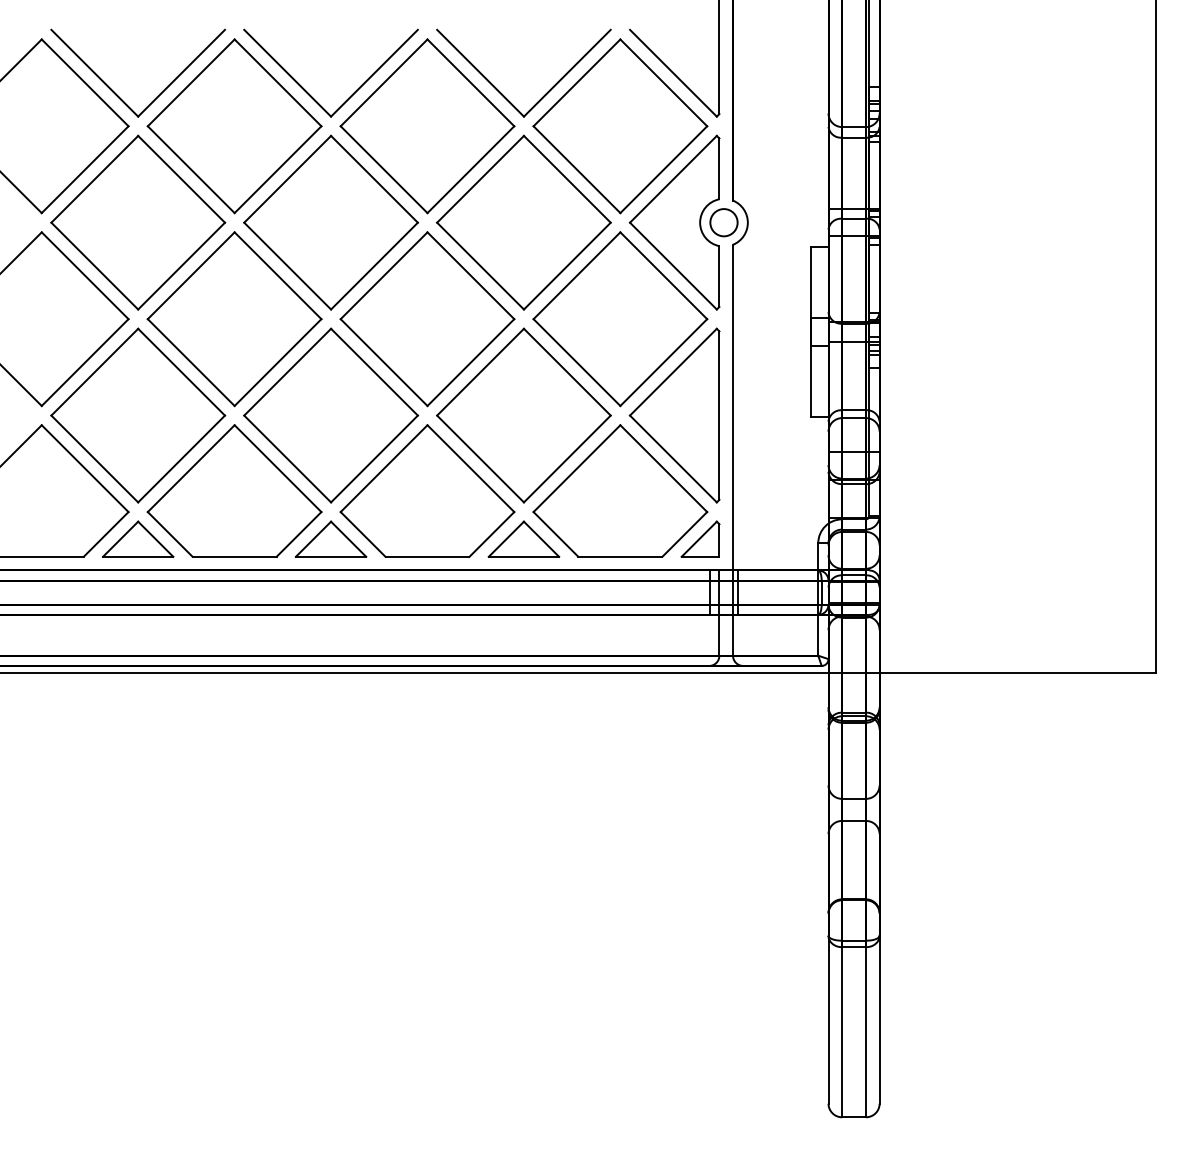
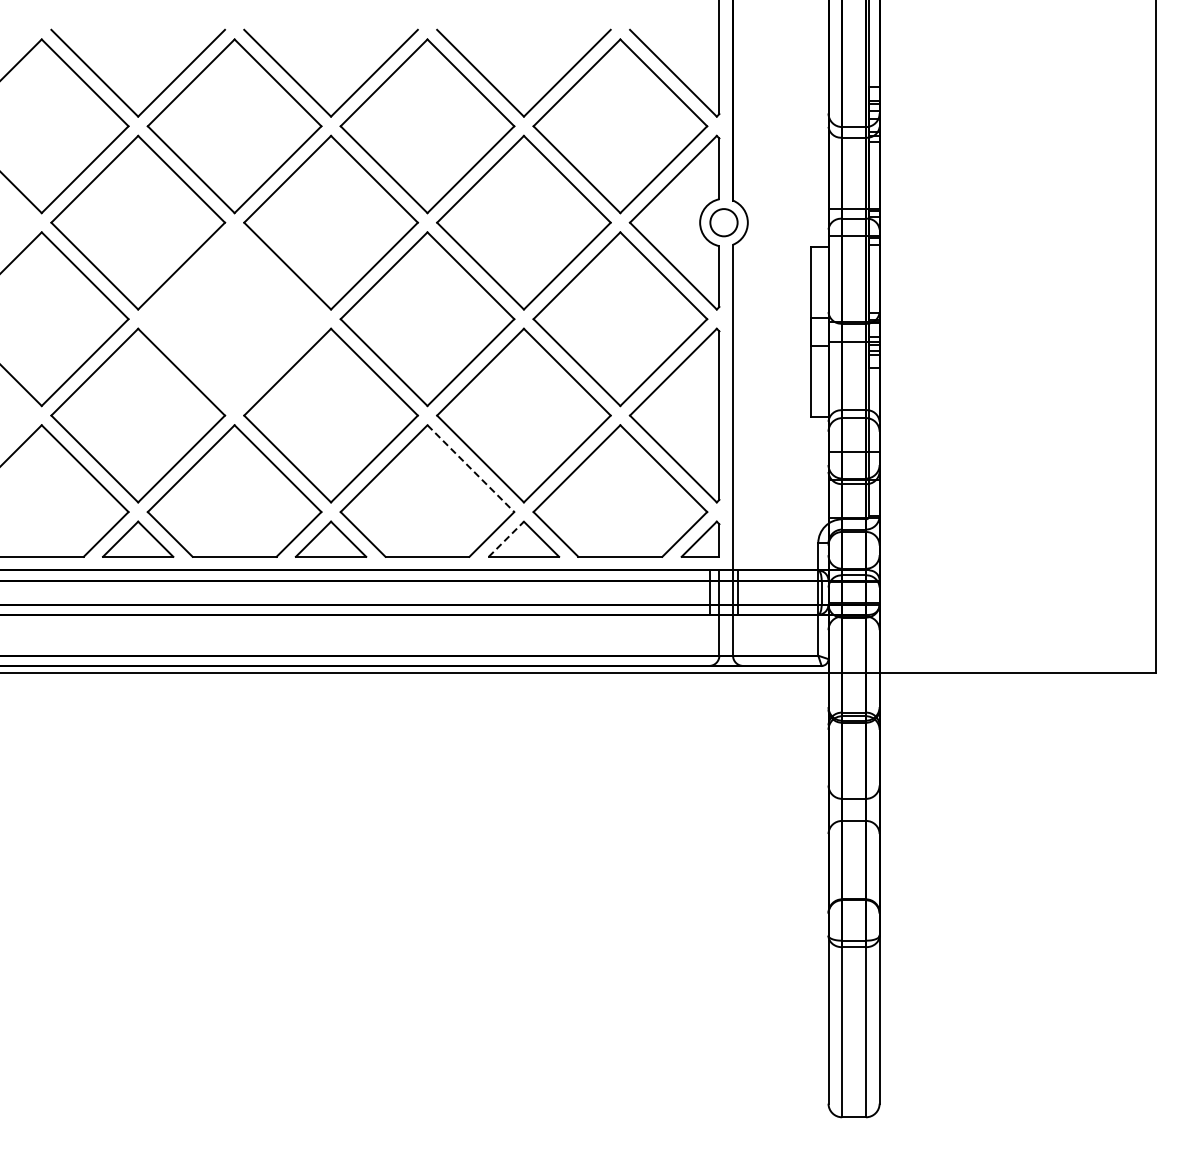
part at (234, 319): present -> none
line at (471, 469): solid -> dashed
line at (506, 539): solid -> dashed
